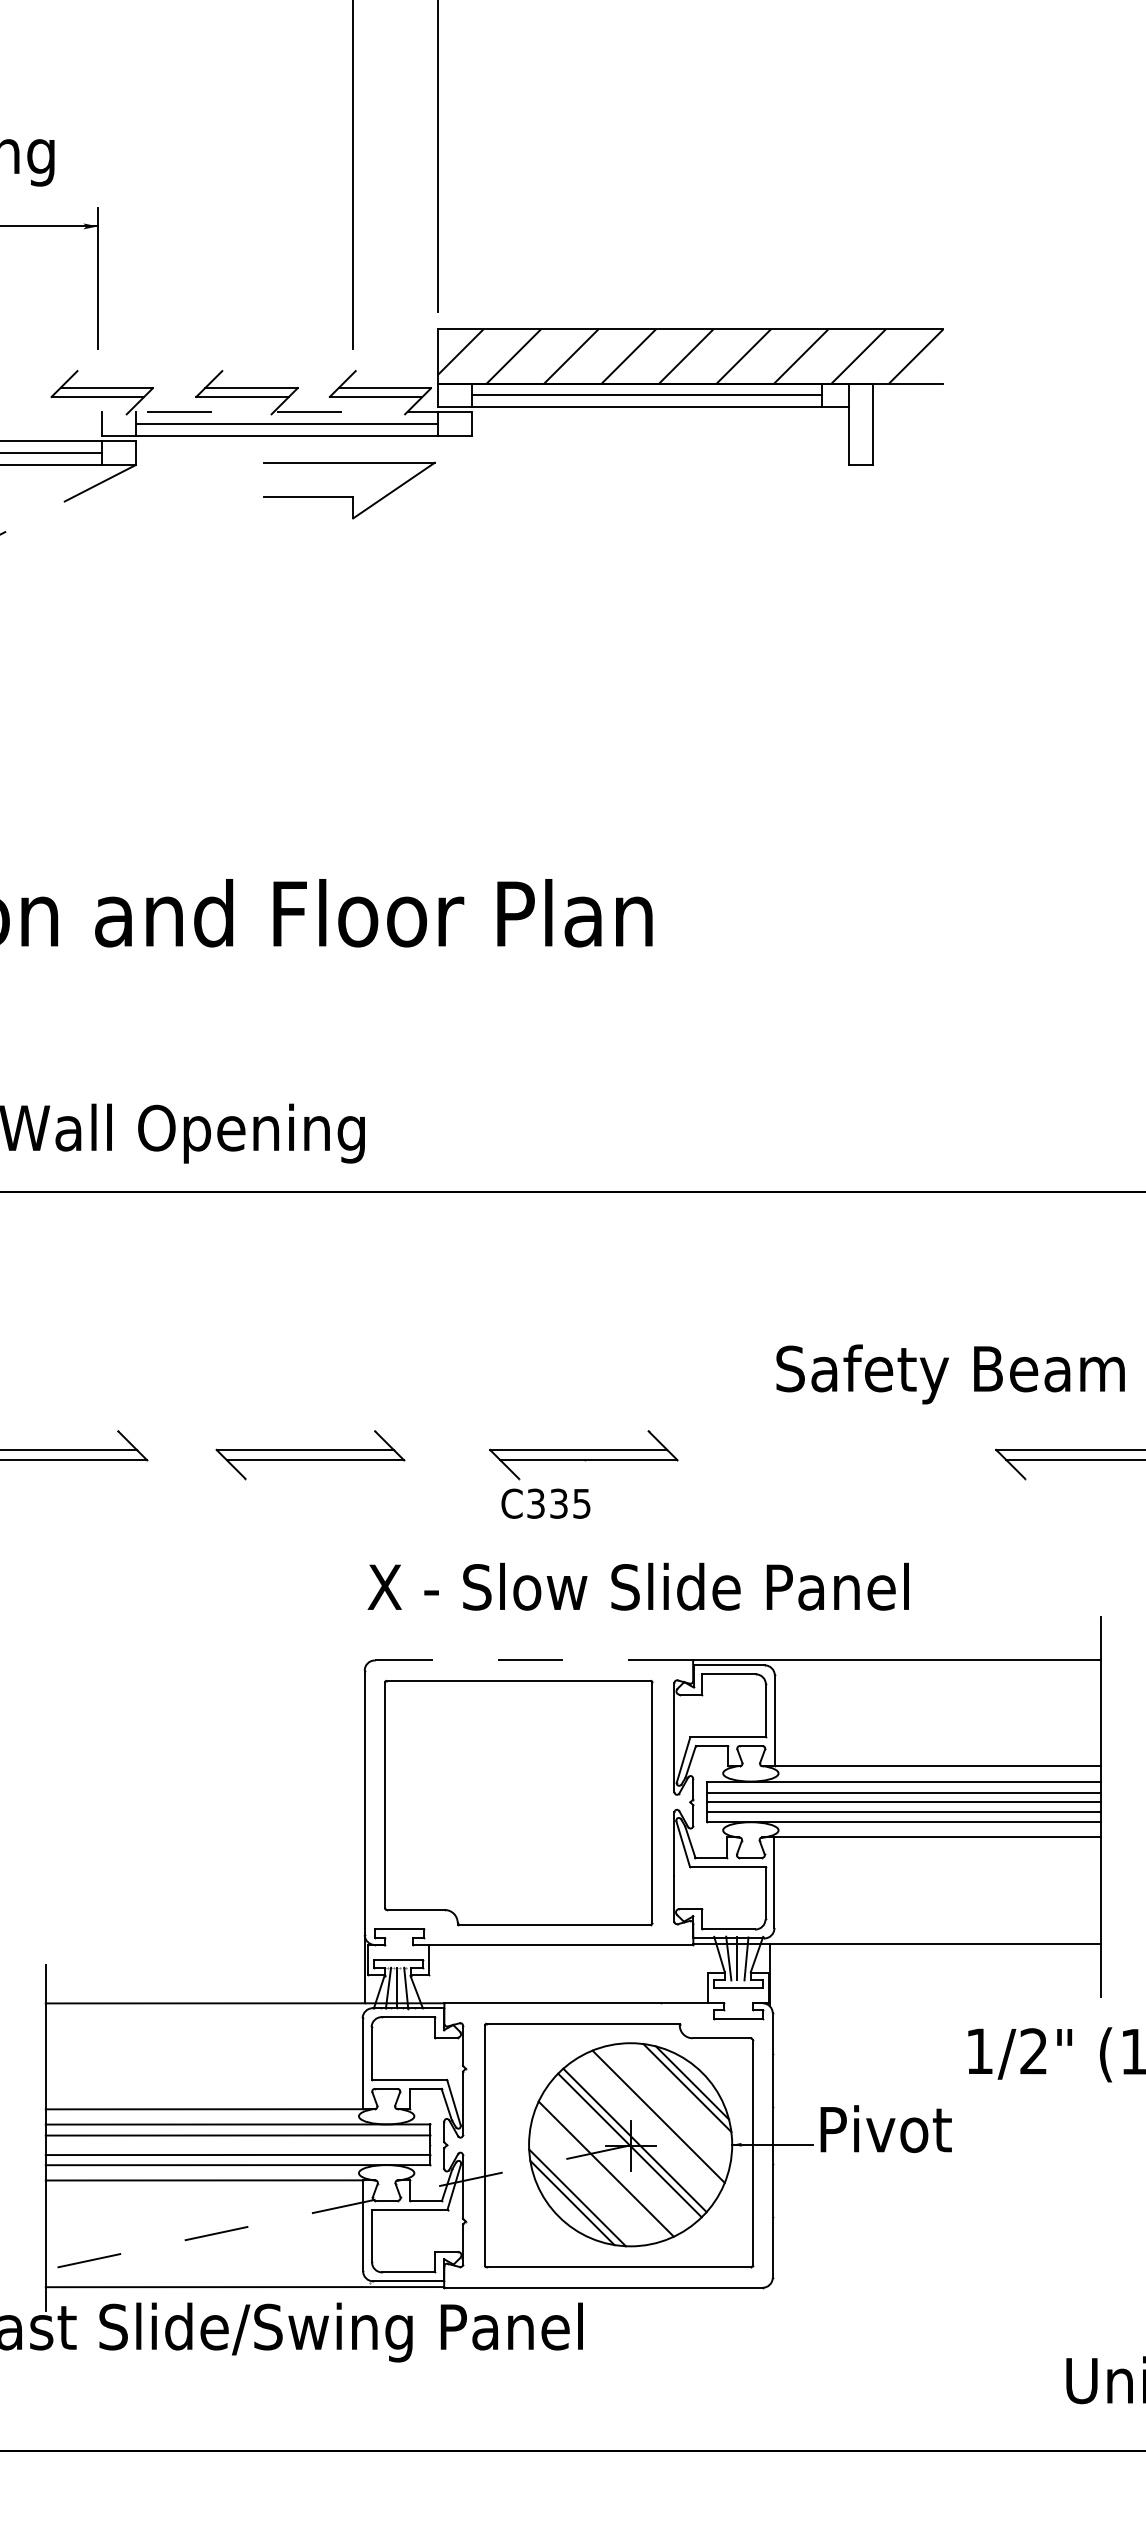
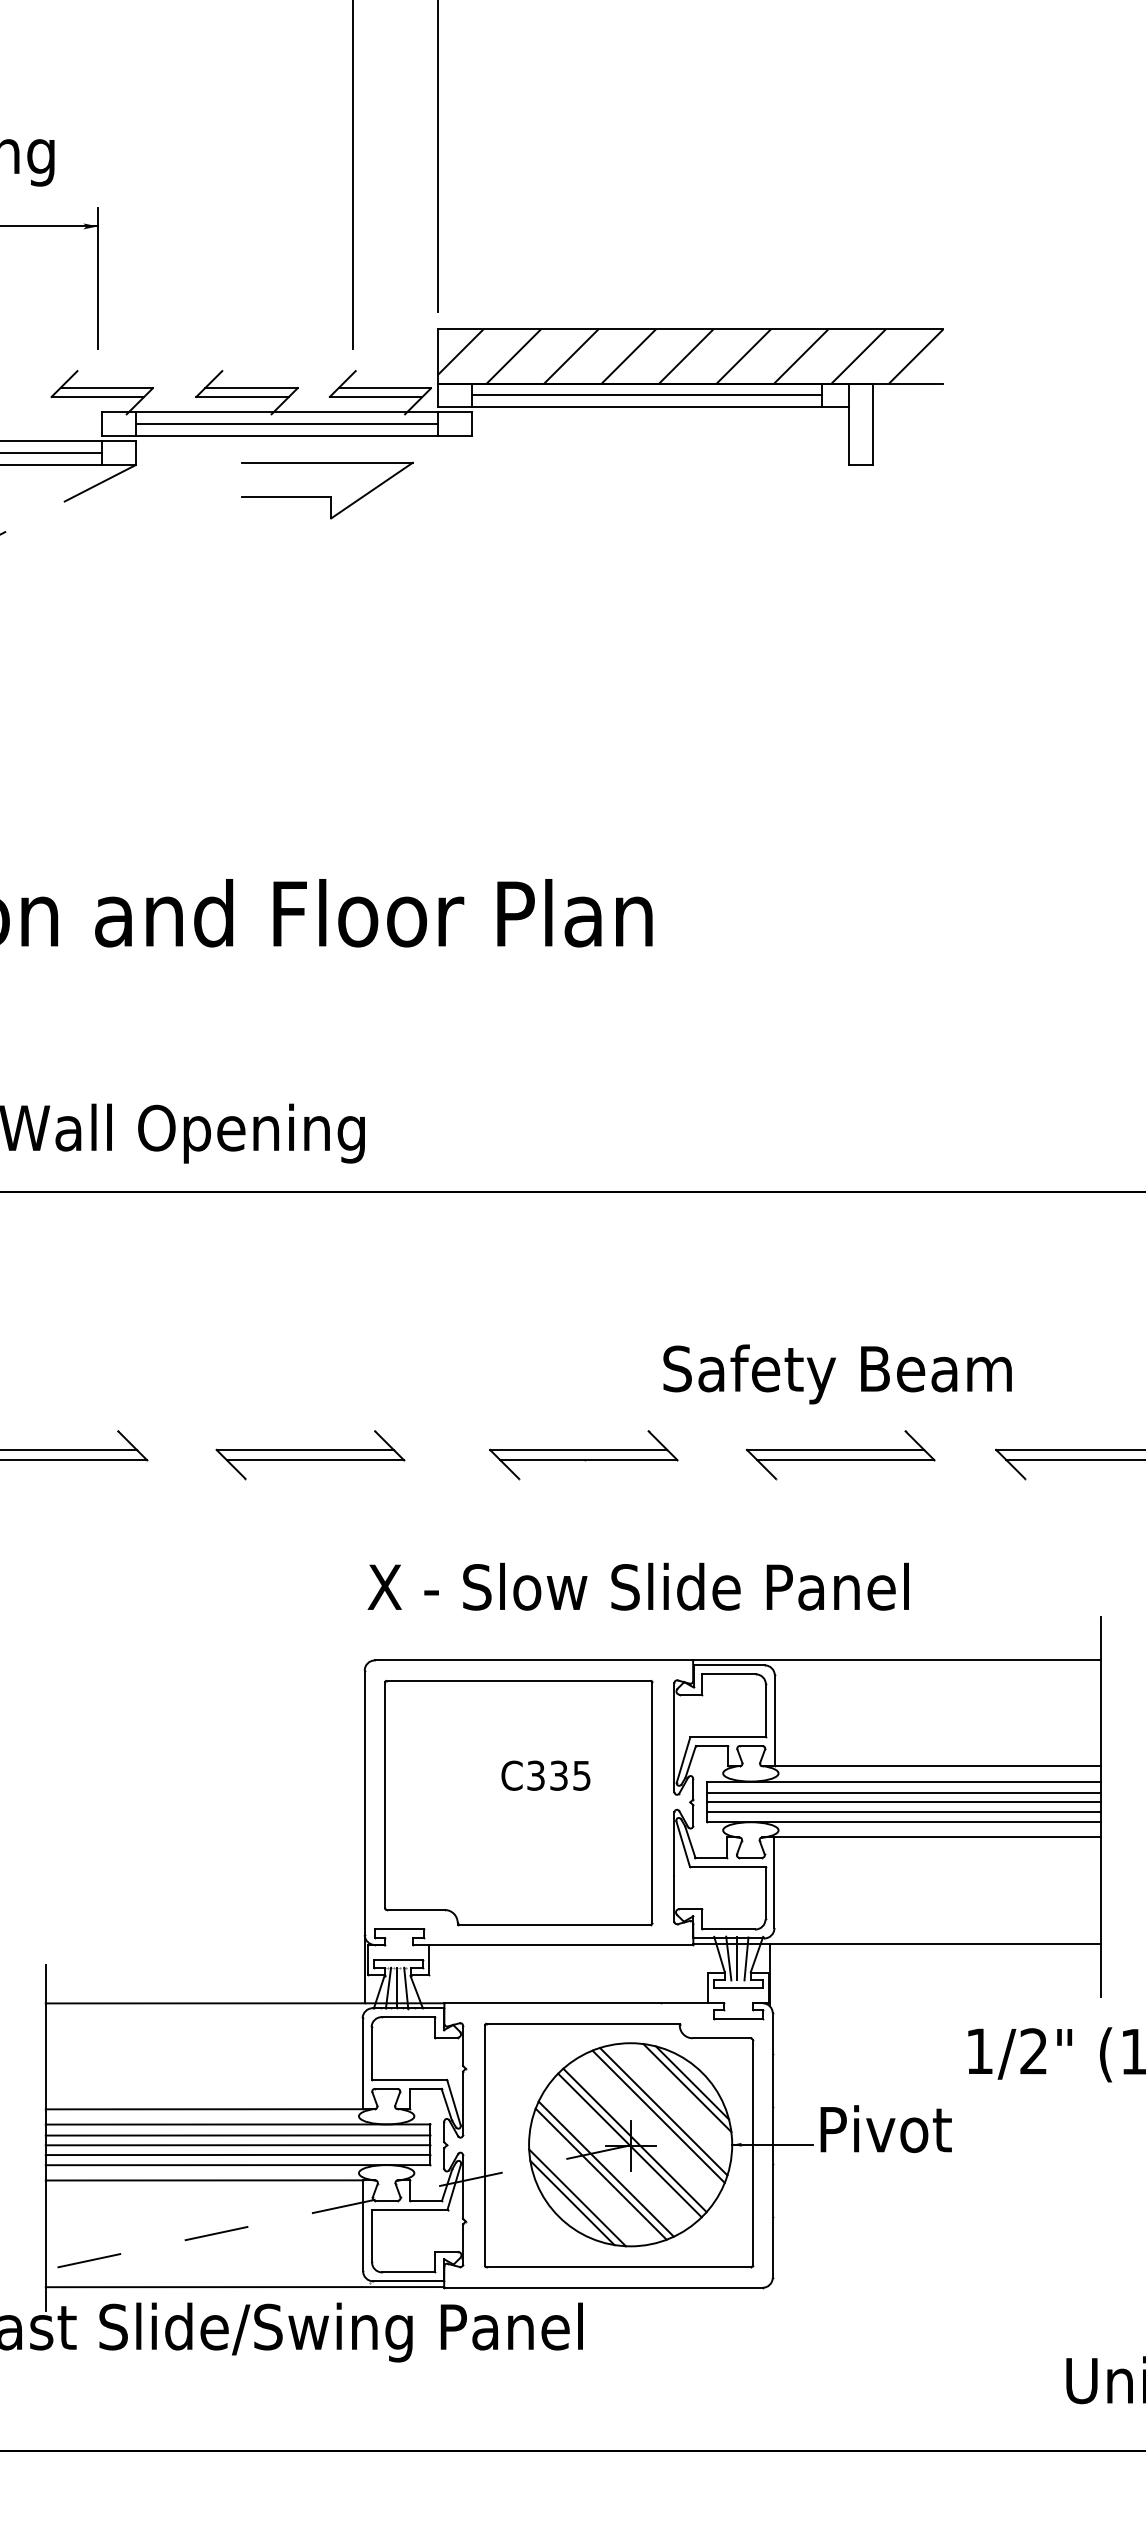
line at (287, 412): dashed -> solid
part at (349, 490) position: (349, 490) -> (327, 490)
text at (950, 1374) position: (950, 1374) -> (837, 1374)
part at (840, 1455): none -> present
text at (545, 1503) position: (545, 1503) -> (545, 1775)
line at (533, 1660): dashed -> solid
line at (663, 2111): none -> present
line at (237, 2145): none -> present
line at (600, 2173): none -> present
